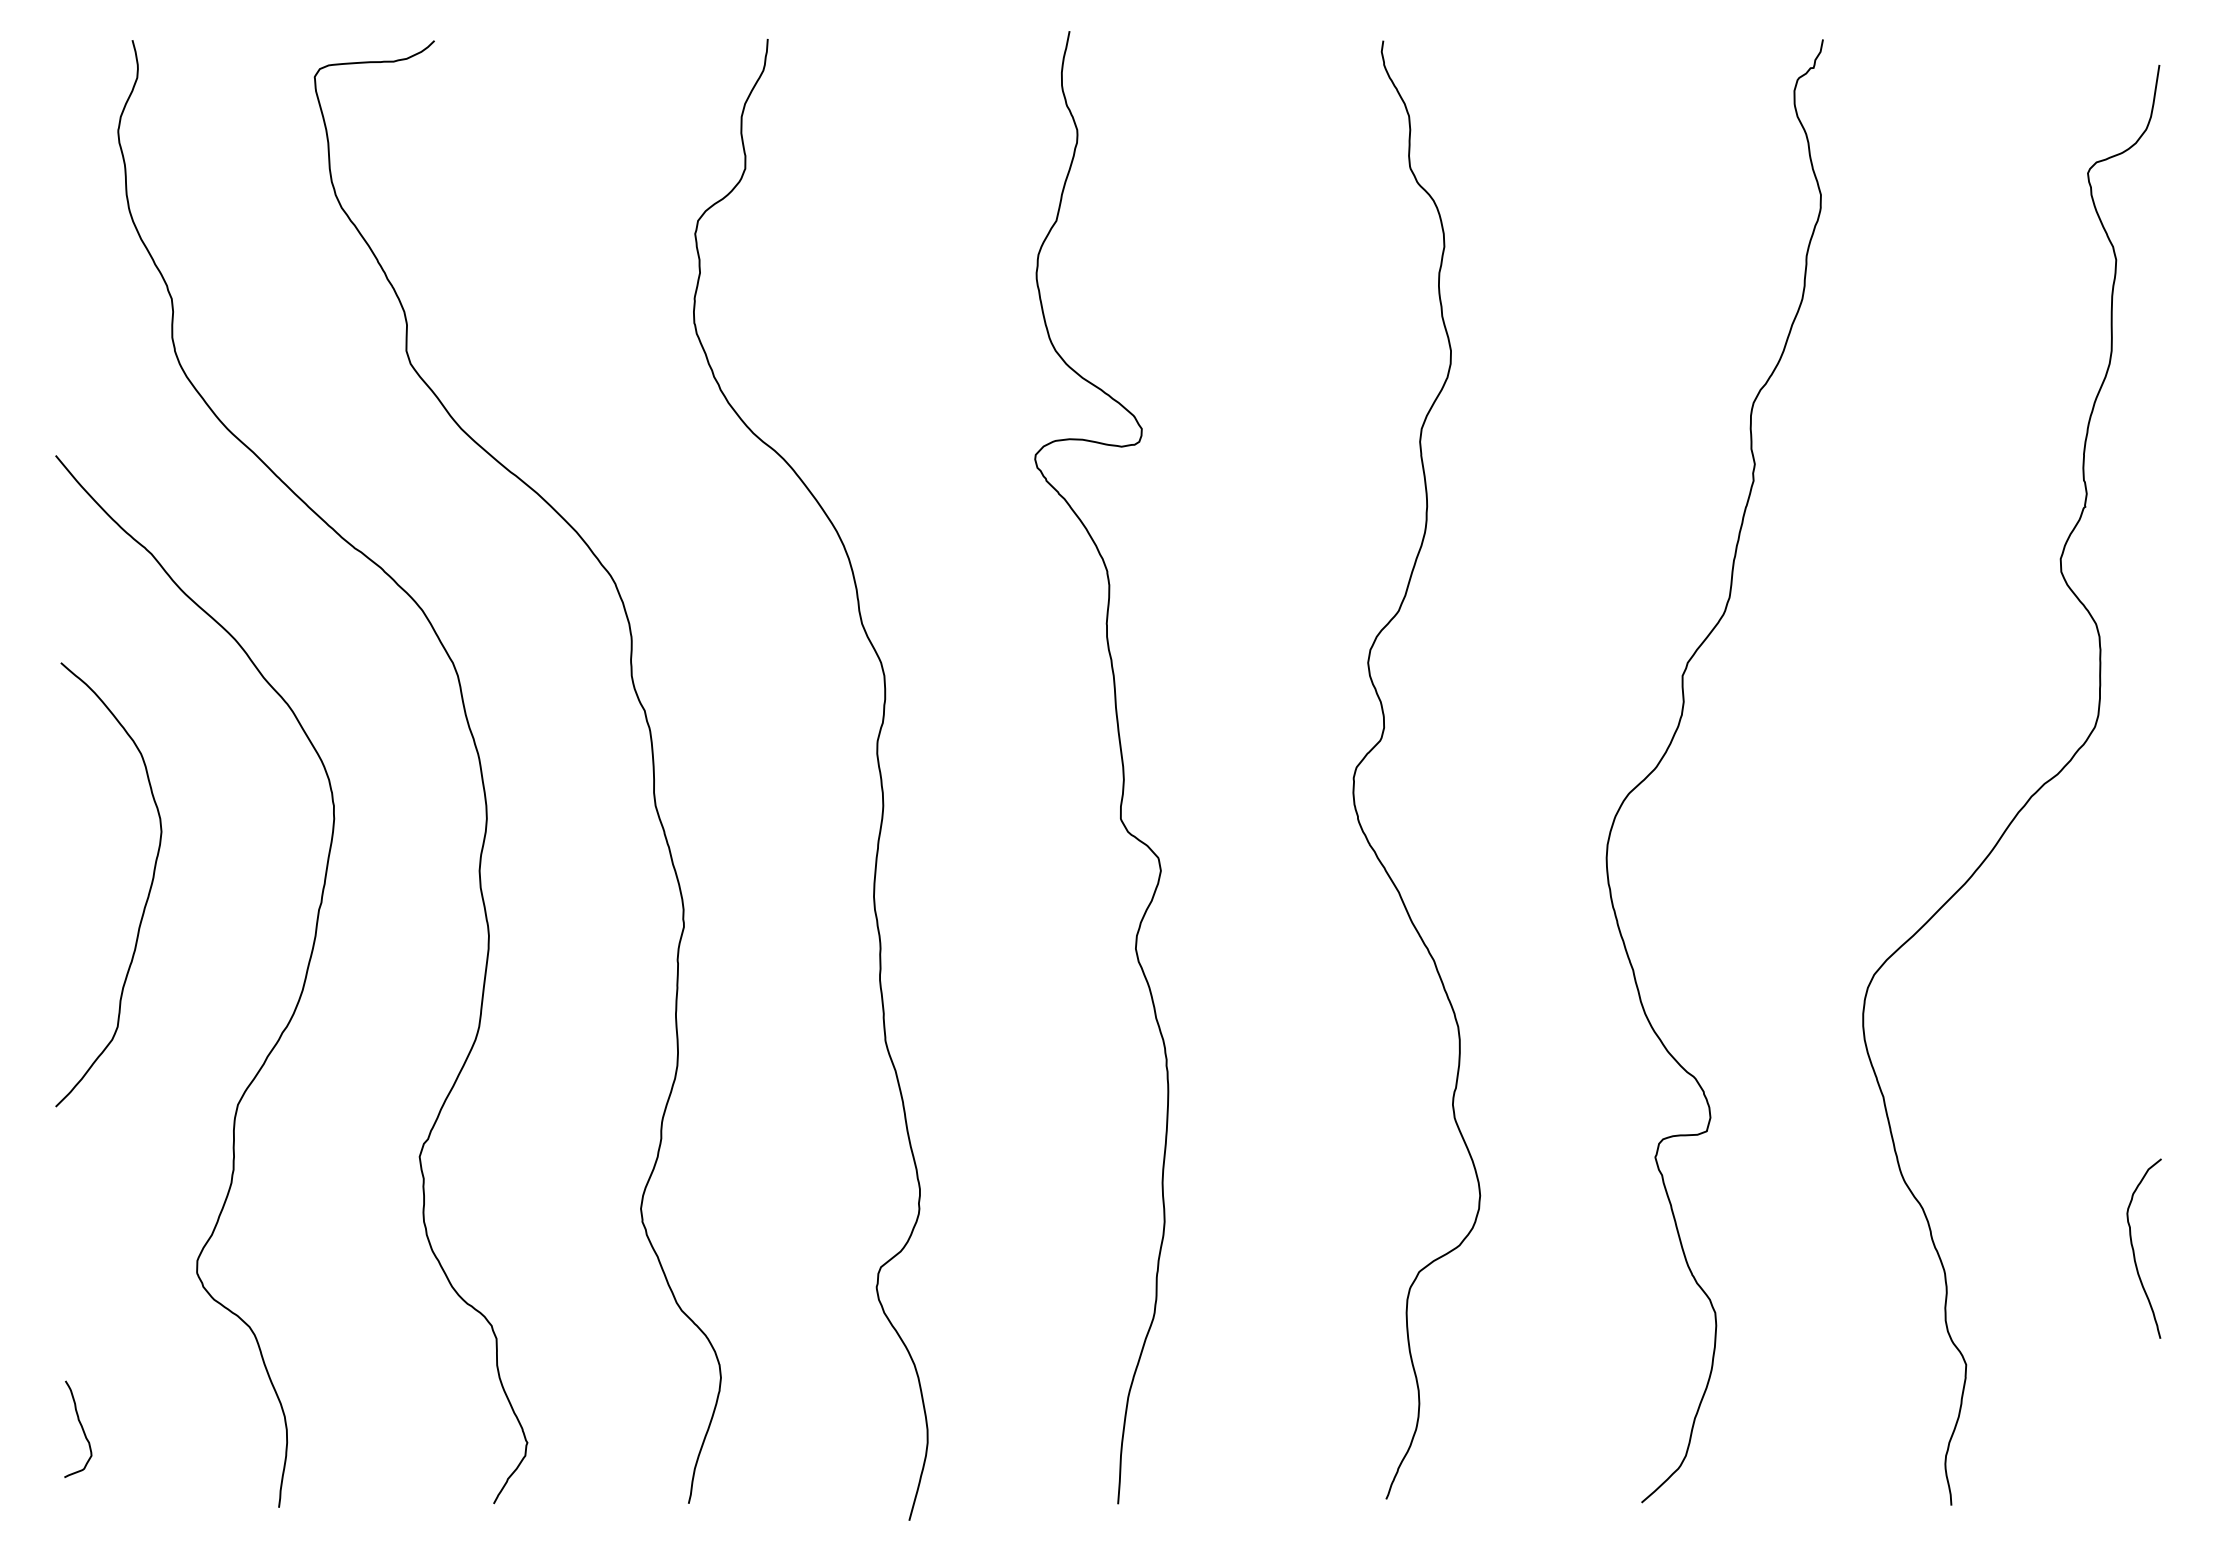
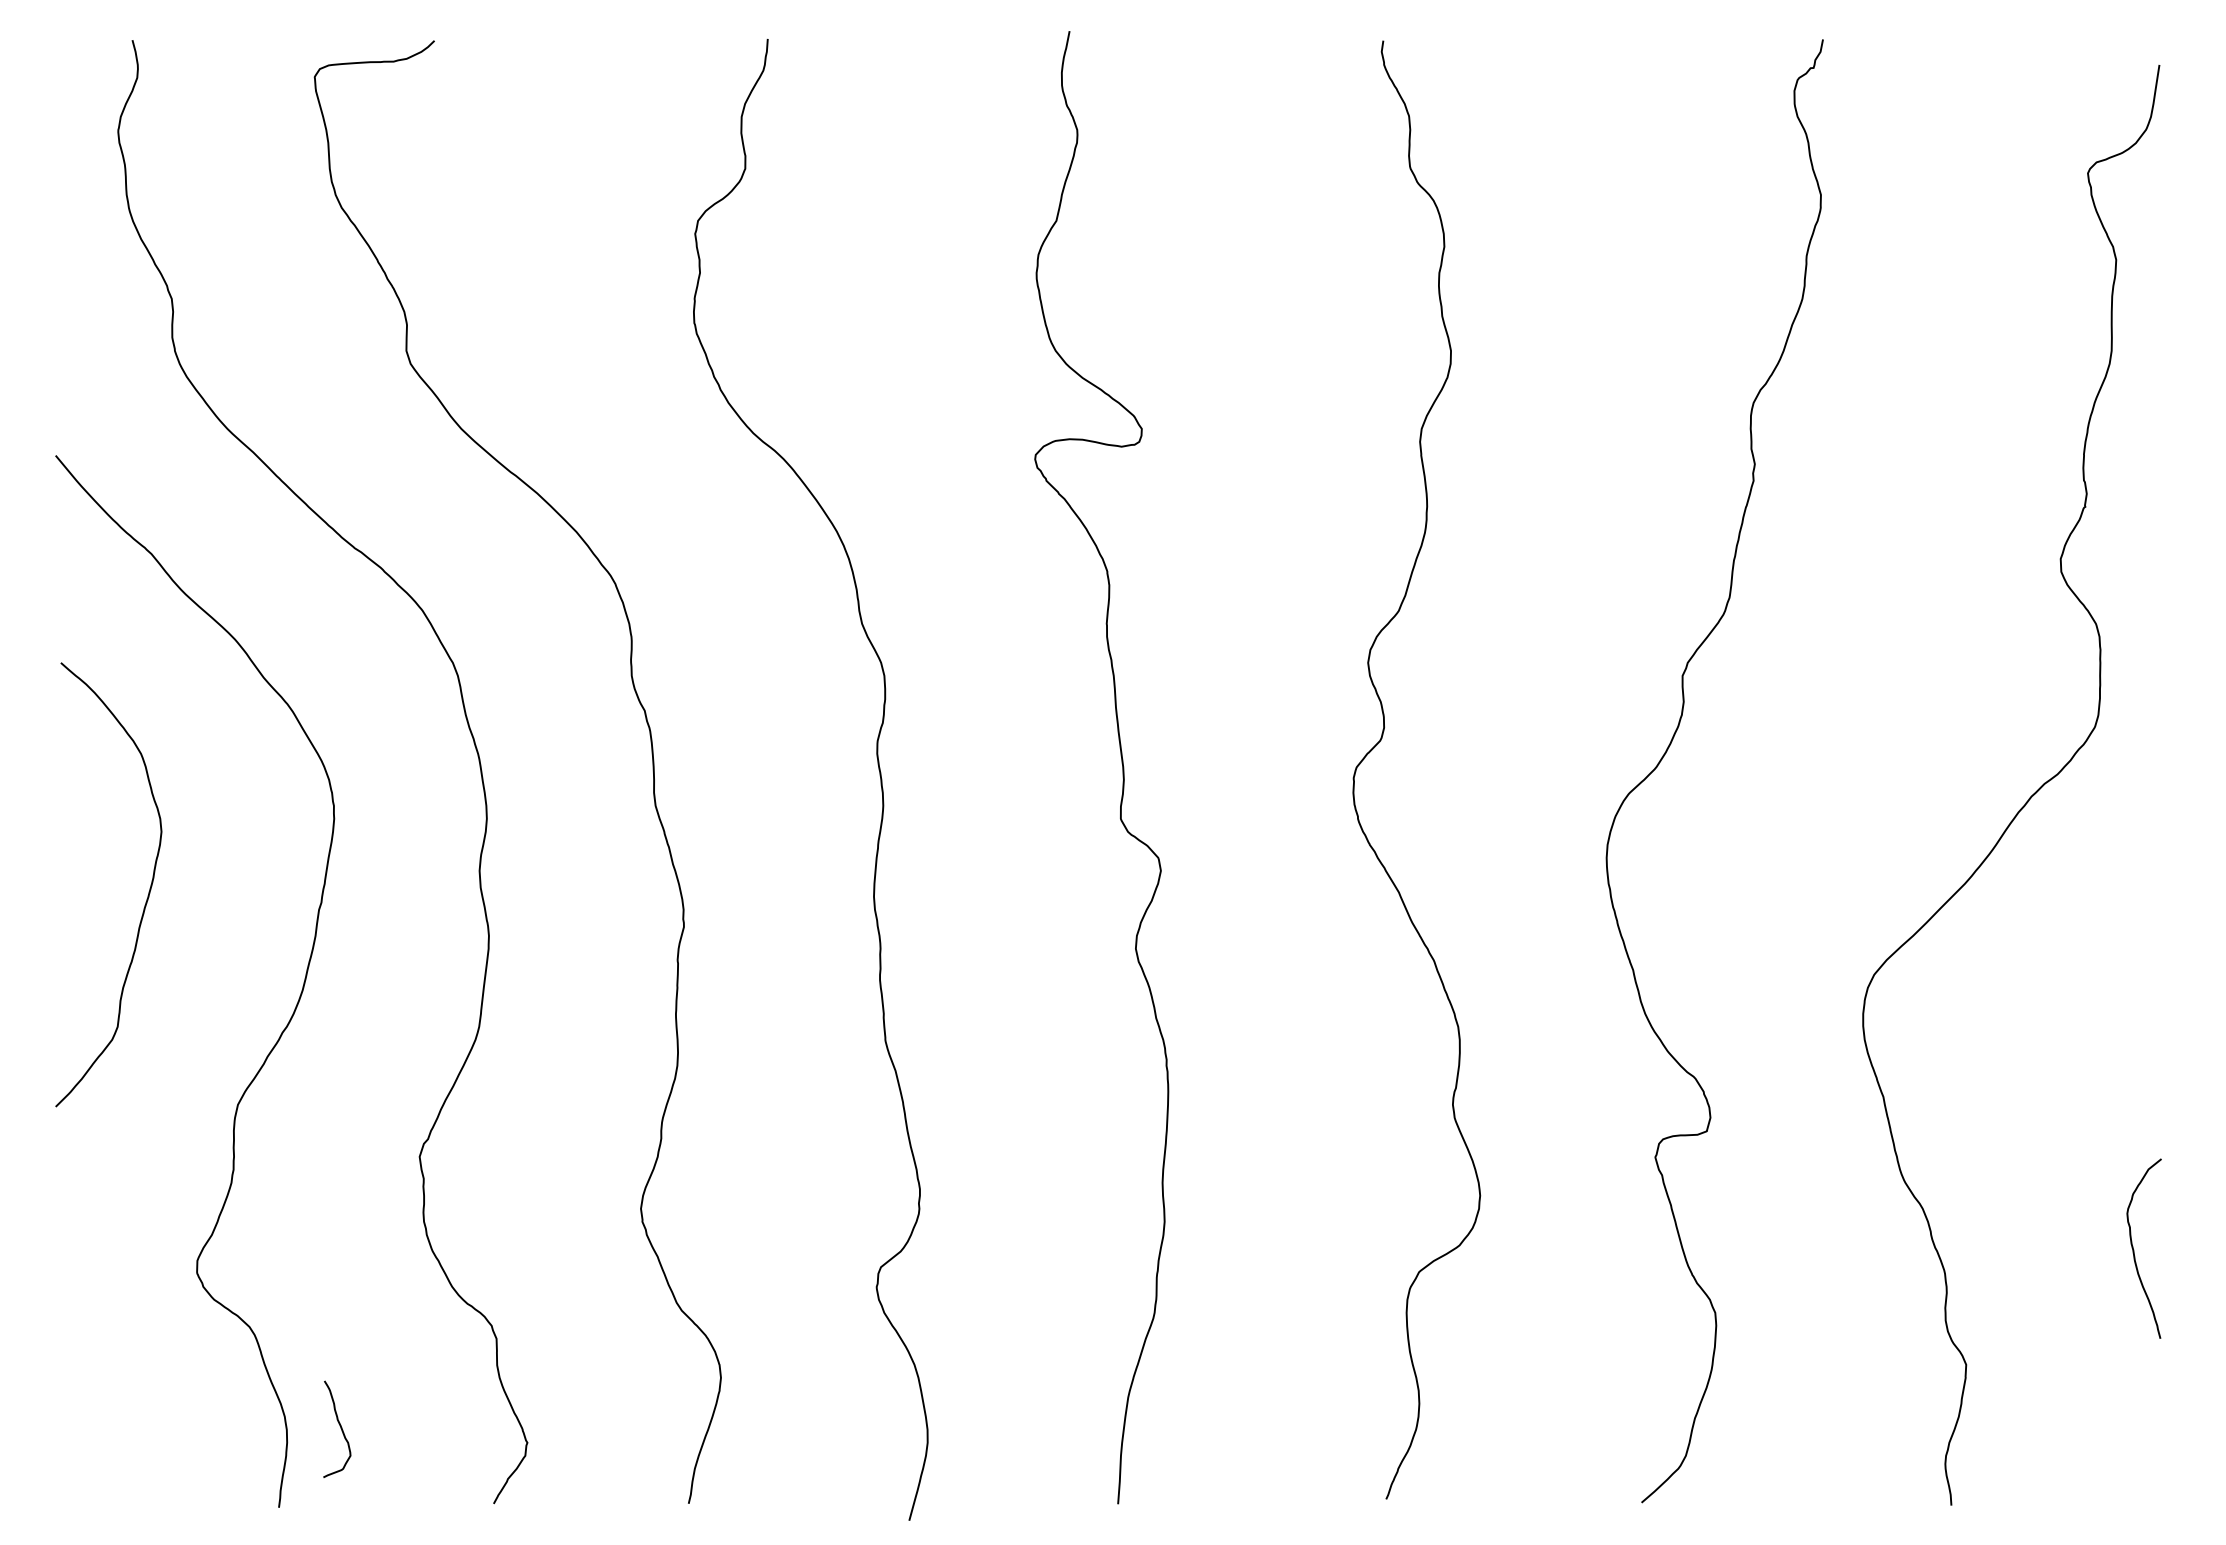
curve at (80, 1426) position: (80, 1426) -> (339, 1426)
